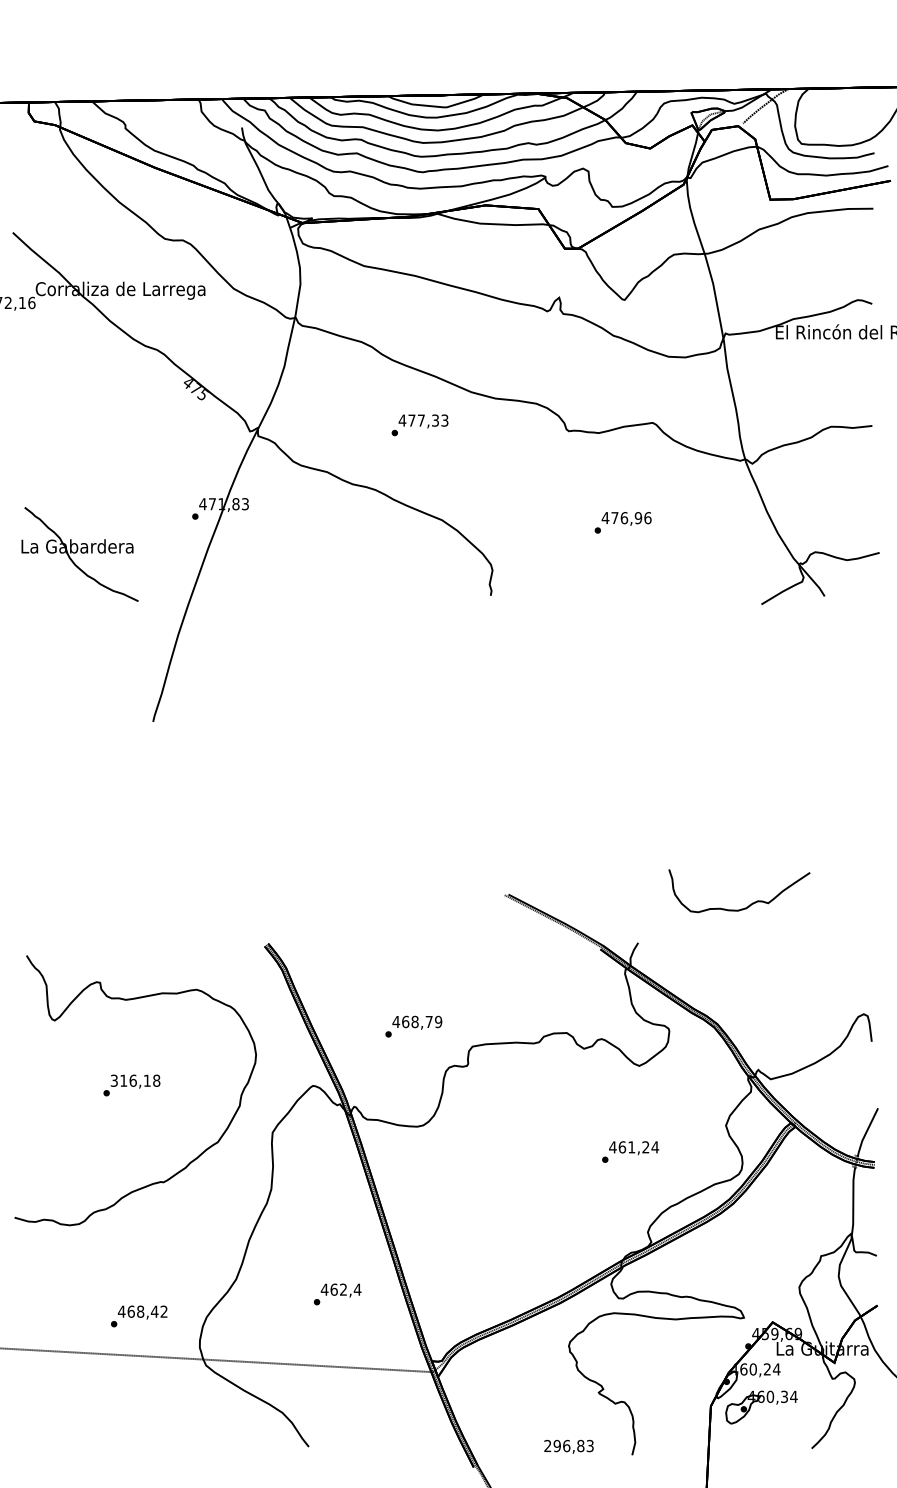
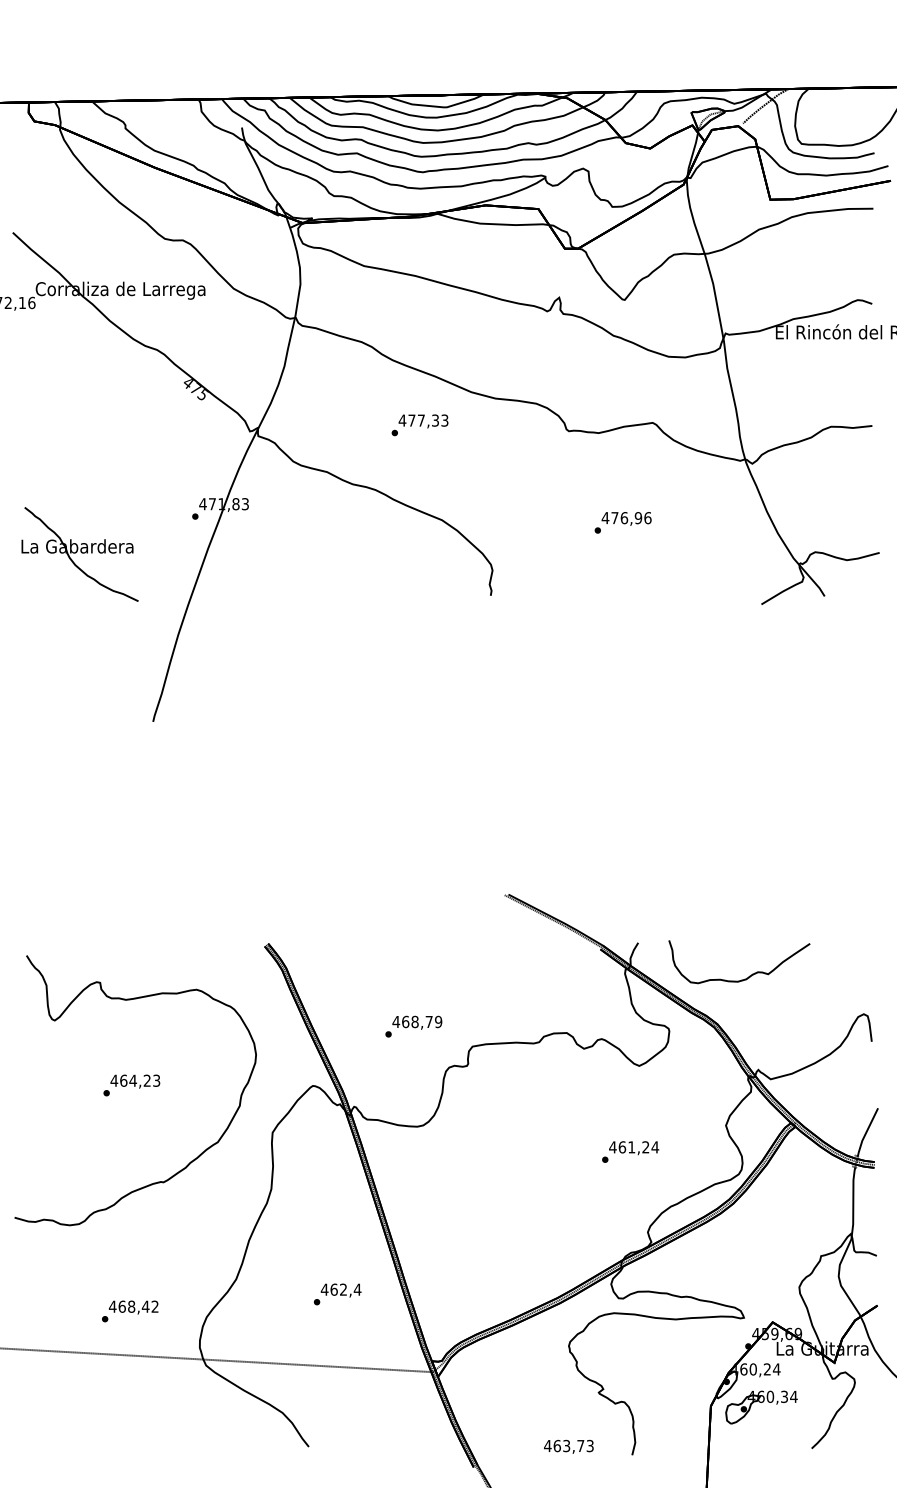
curve at (749, 904) position: (749, 904) -> (749, 975)
text at (135, 1080): 316,18 -> 464,23
text at (139, 1316) position: (139, 1316) -> (130, 1311)
text at (564, 1445): 296,83 -> 463,73
